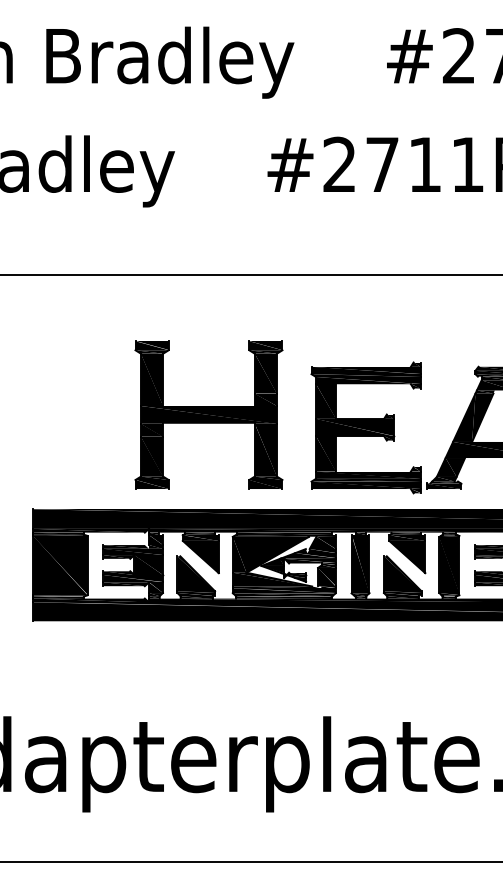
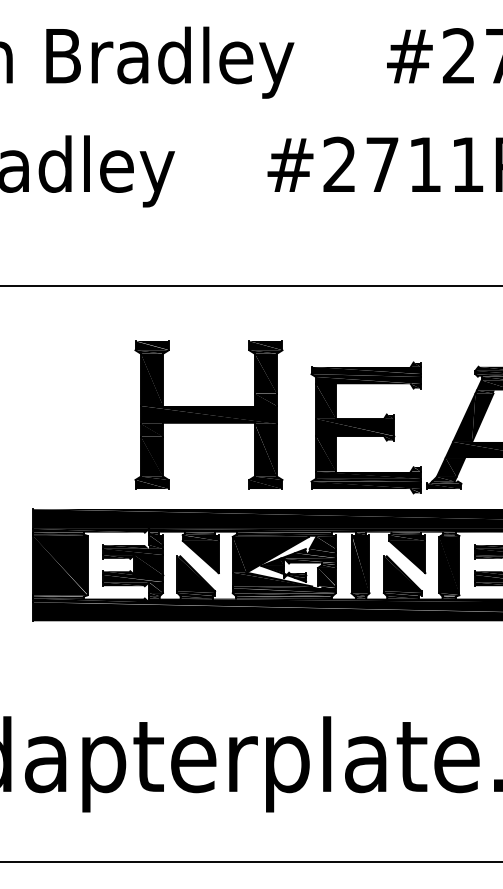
line at (250, 274) position: (250, 274) -> (250, 285)
